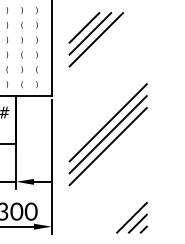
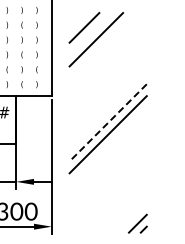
line at (90, 33): present -> none
line at (108, 122): solid -> dashed
line at (107, 146): present -> none
line at (131, 217): present -> none
